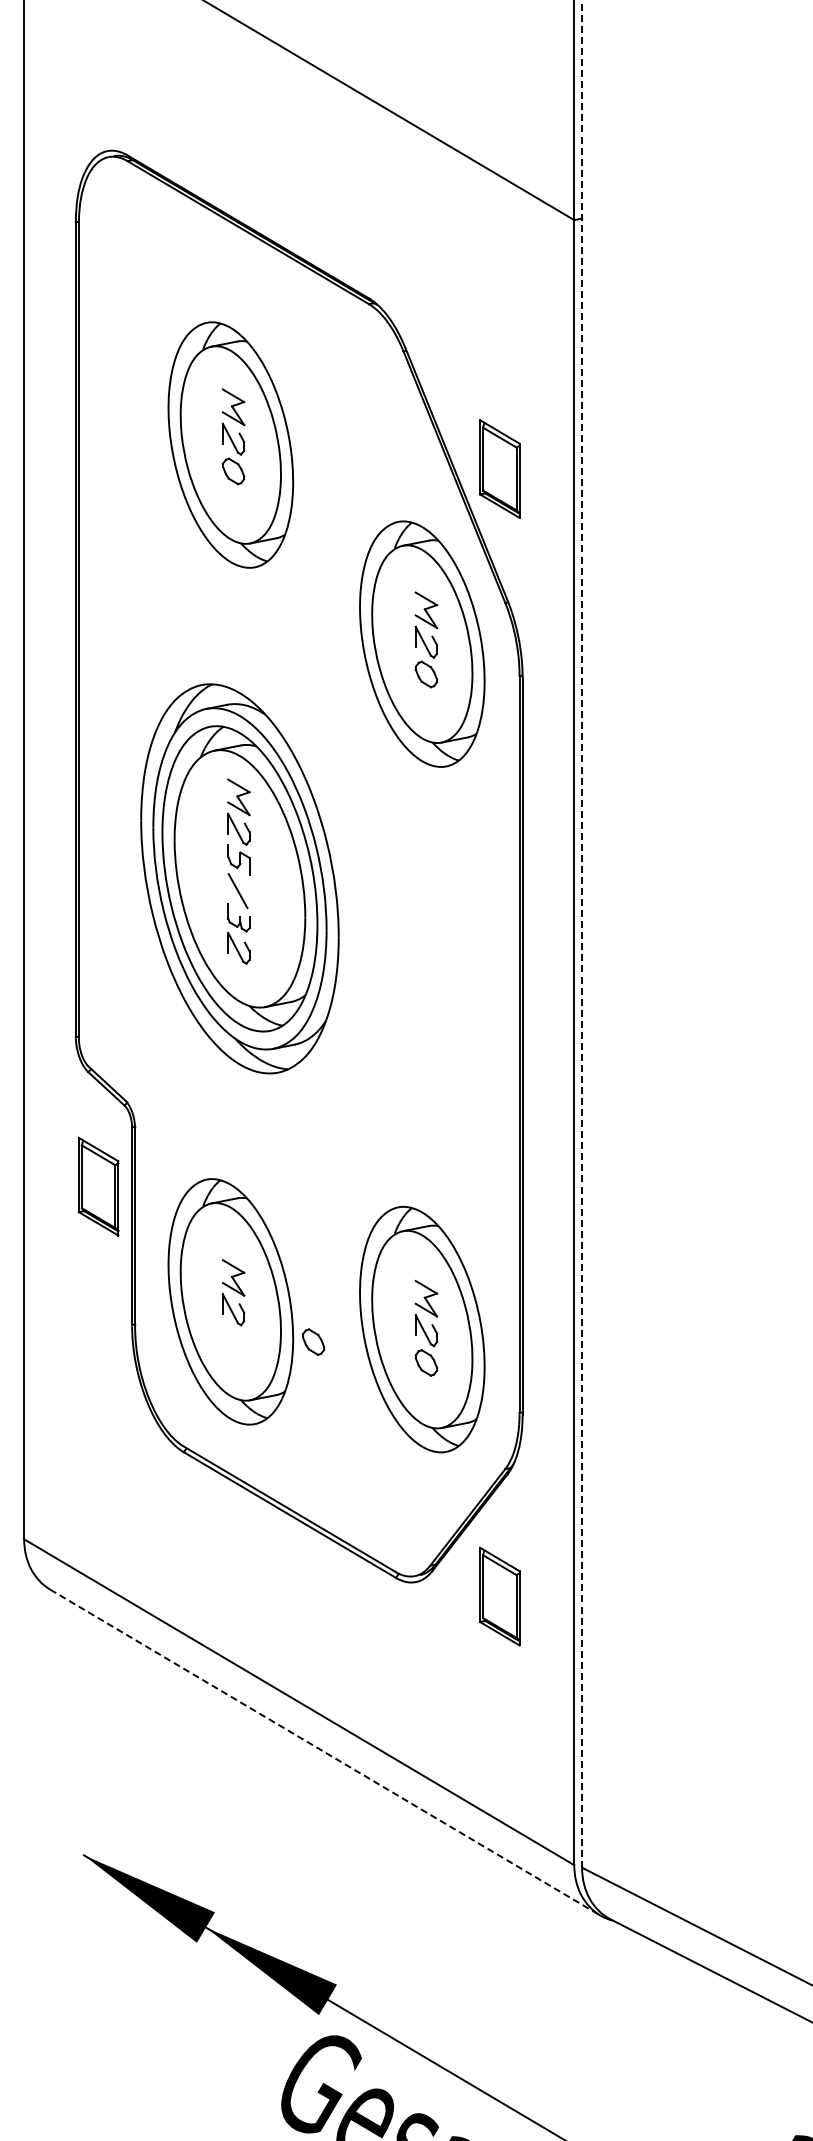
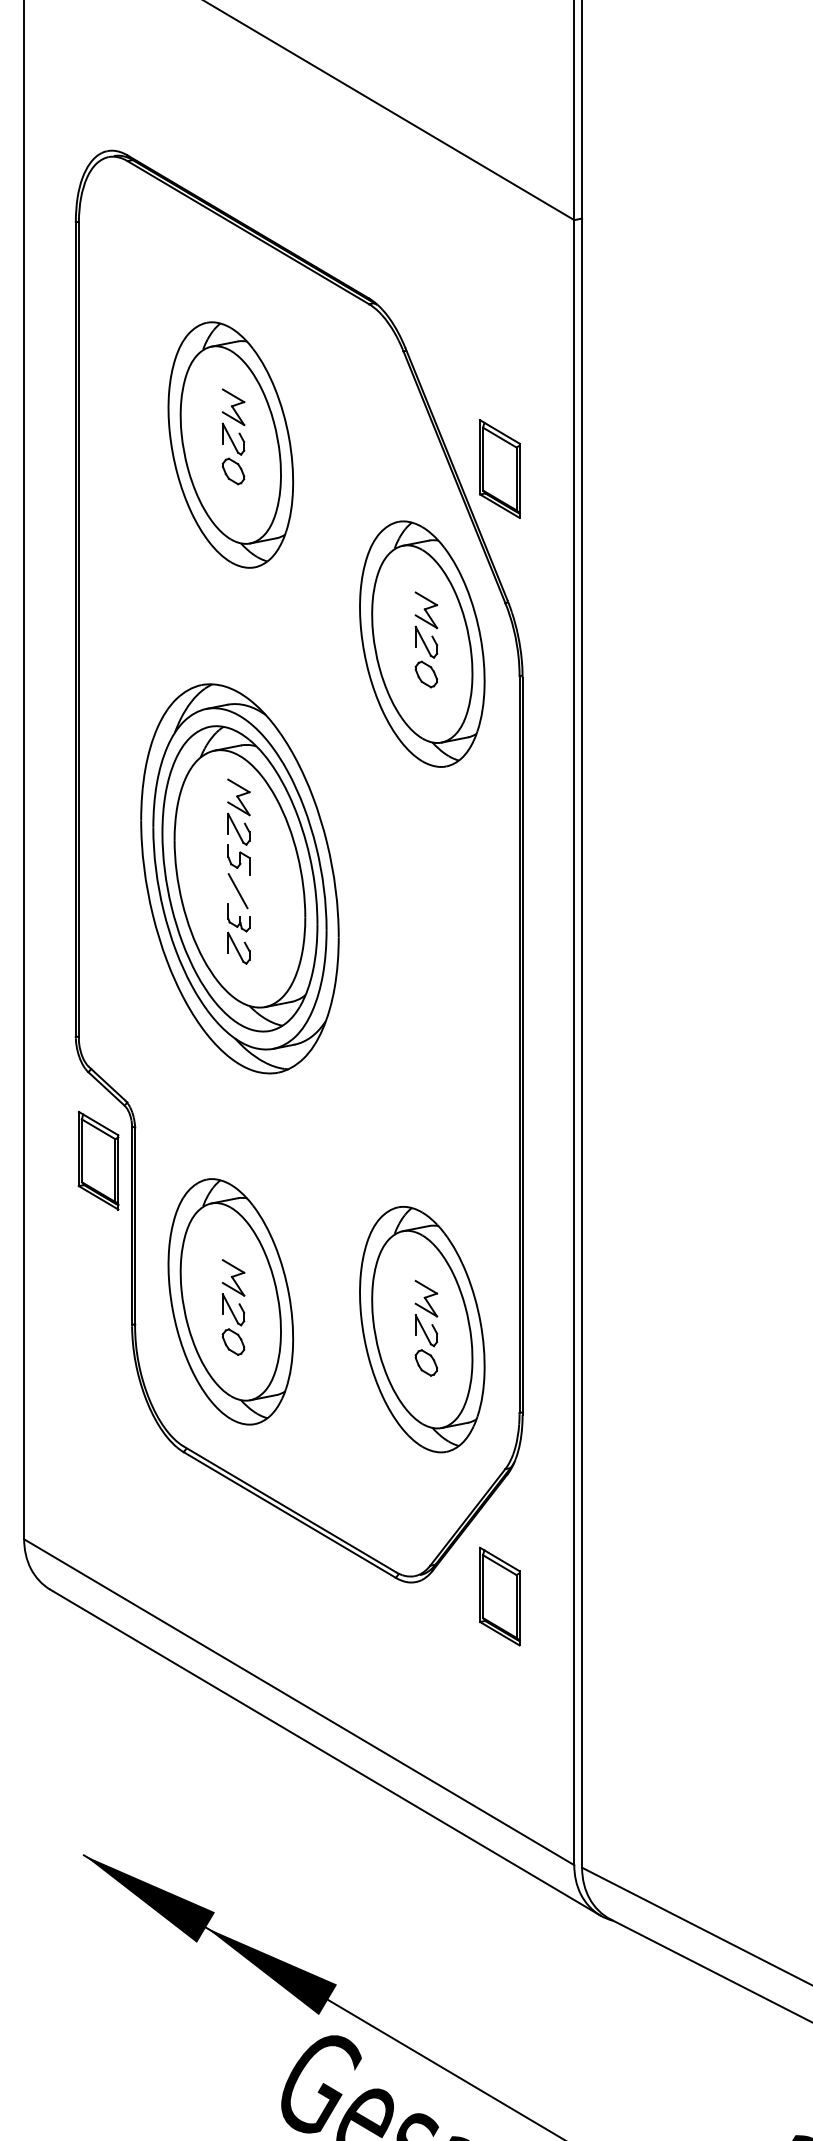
line at (582, 933): dashed -> solid
part at (98, 1186) position: (98, 1186) -> (98, 1160)
part at (313, 1341) position: (313, 1341) -> (233, 1341)
line at (325, 1752): dashed -> solid
